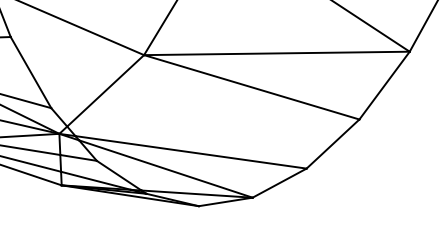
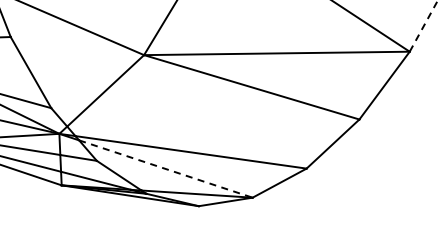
line at (424, 25): solid -> dashed
line at (166, 169): solid -> dashed
